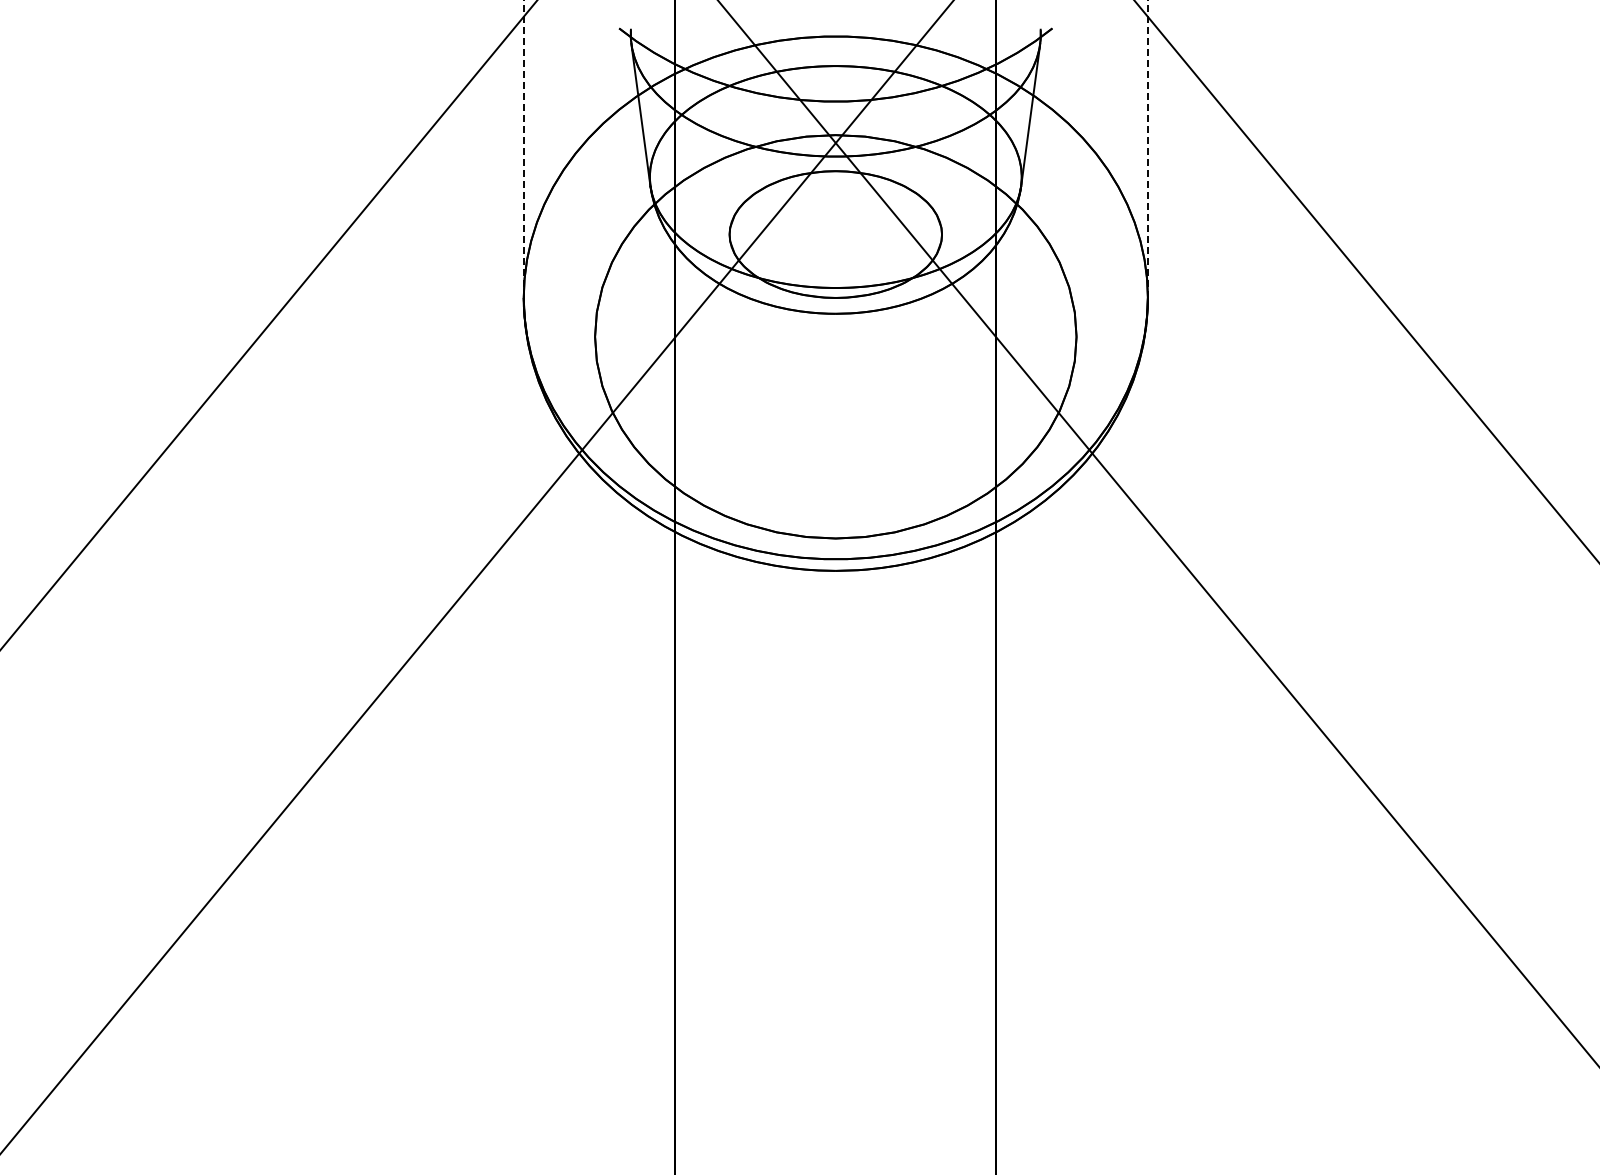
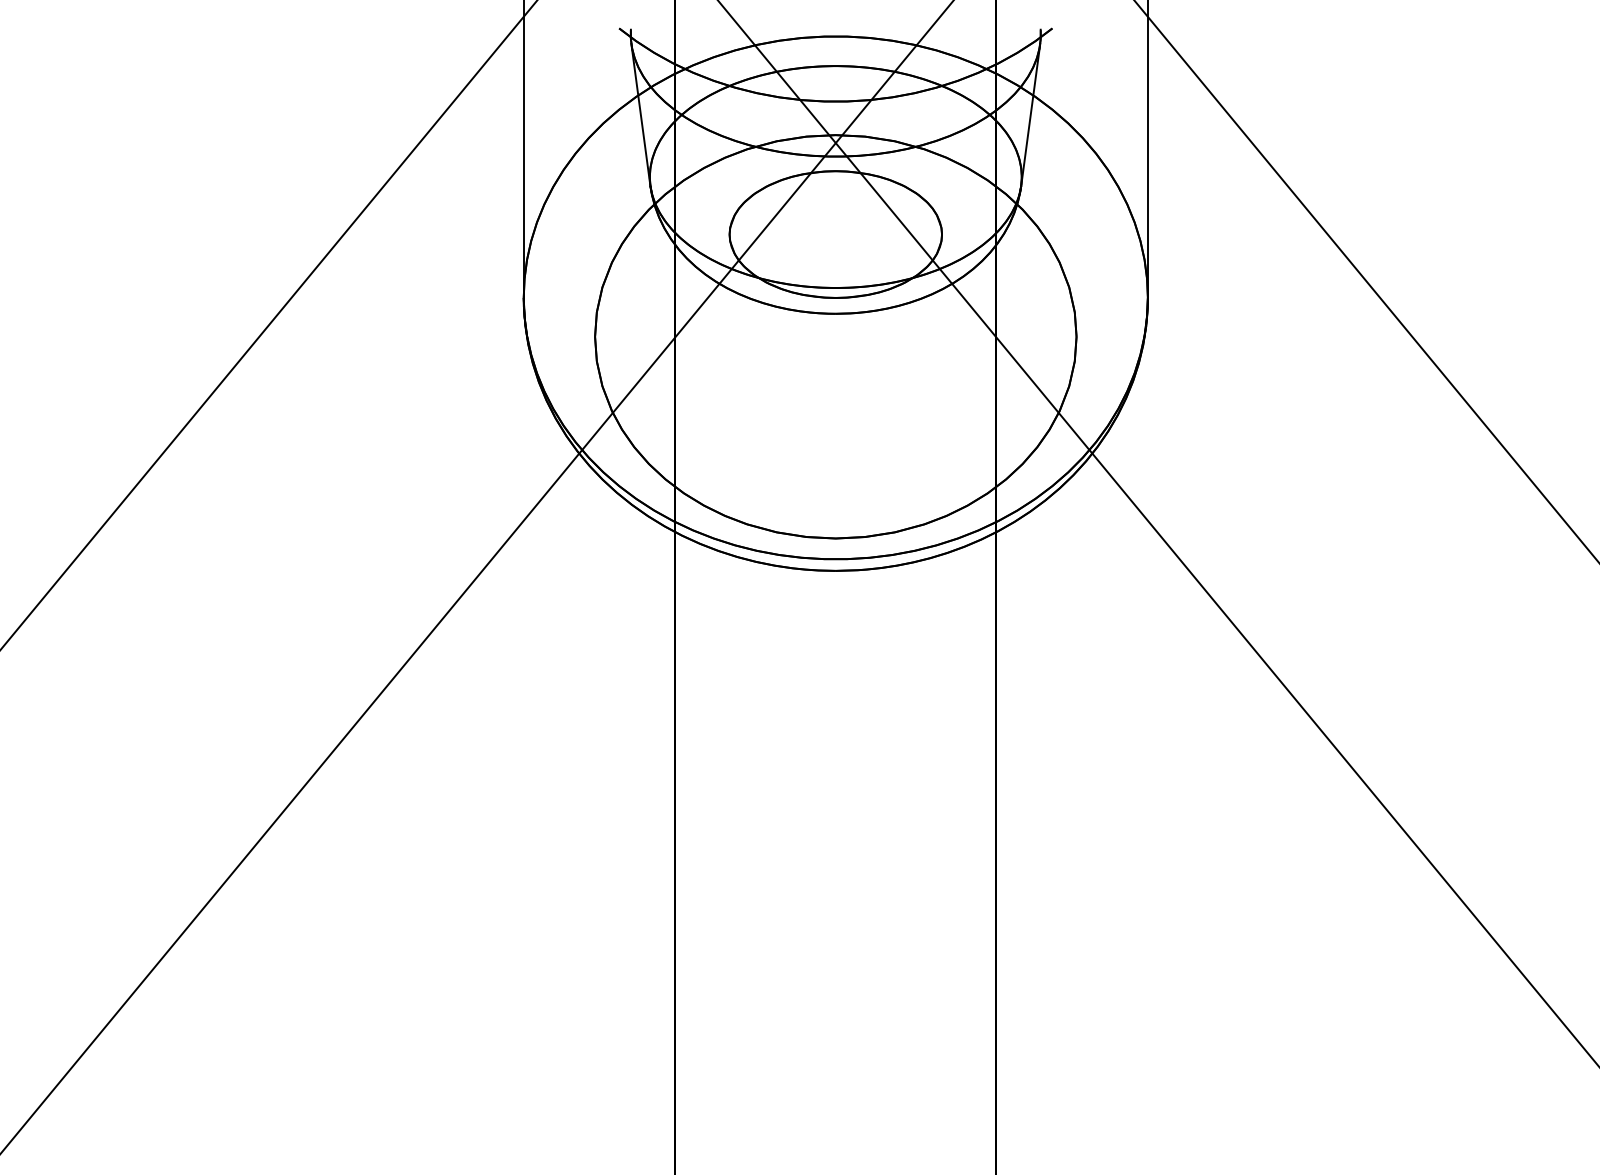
line at (523, 148): dashed -> solid
line at (1147, 148): dashed -> solid
